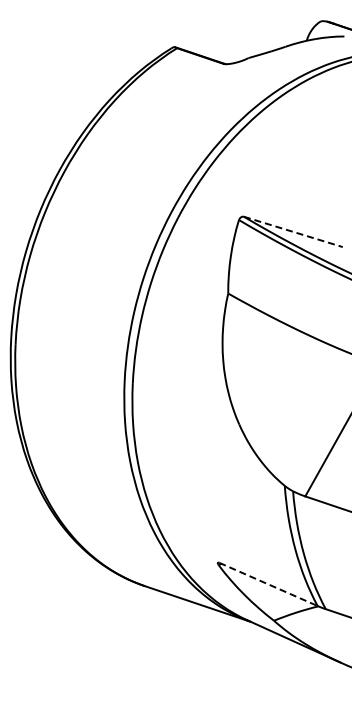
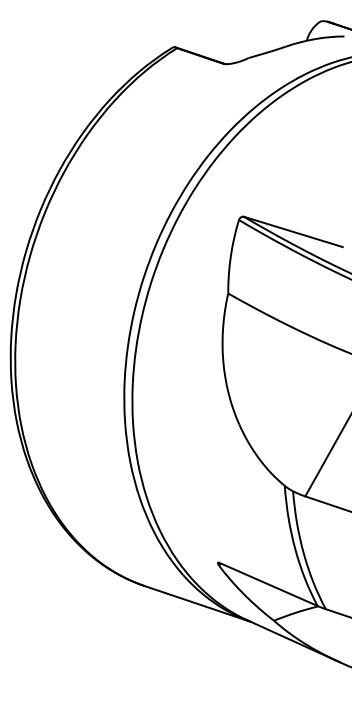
line at (293, 231): dashed -> solid
line at (268, 584): dashed -> solid
